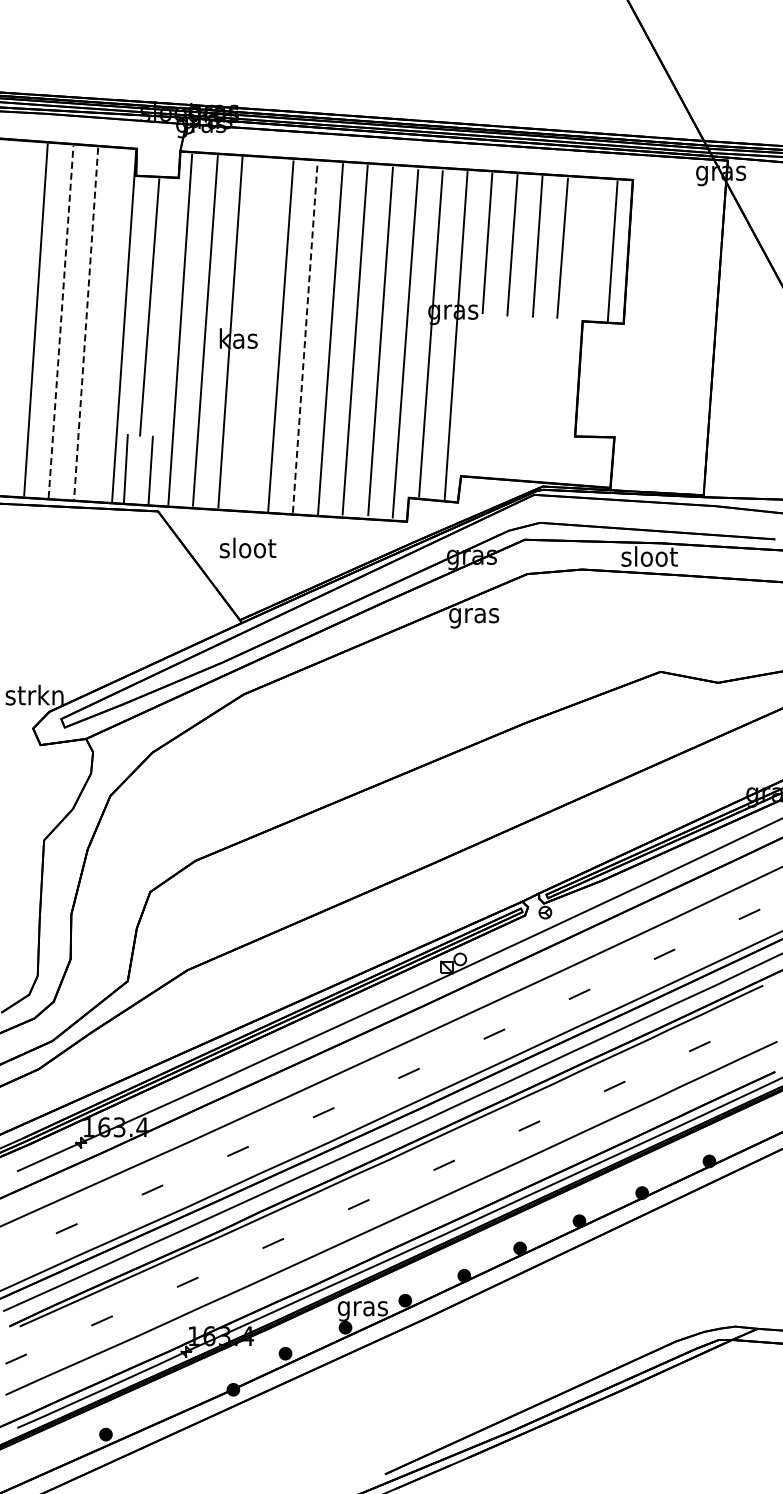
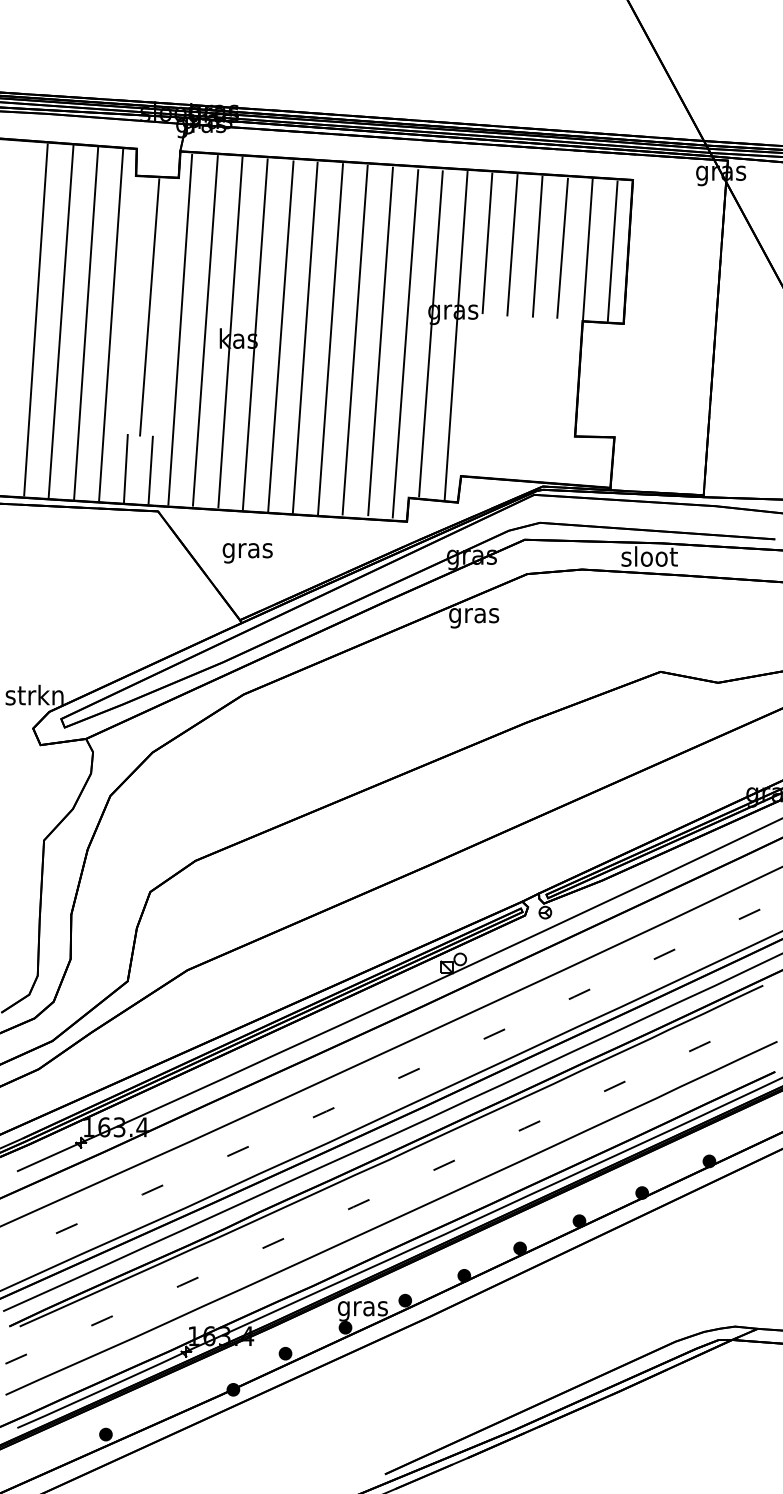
line at (587, 249): none -> present
line at (61, 321): dashed -> solid
line at (86, 323): dashed -> solid
line at (124, 325) position: (124, 325) -> (111, 324)
line at (254, 334): none -> present
line at (305, 337): dashed -> solid
text at (247, 550): sloot -> gras
